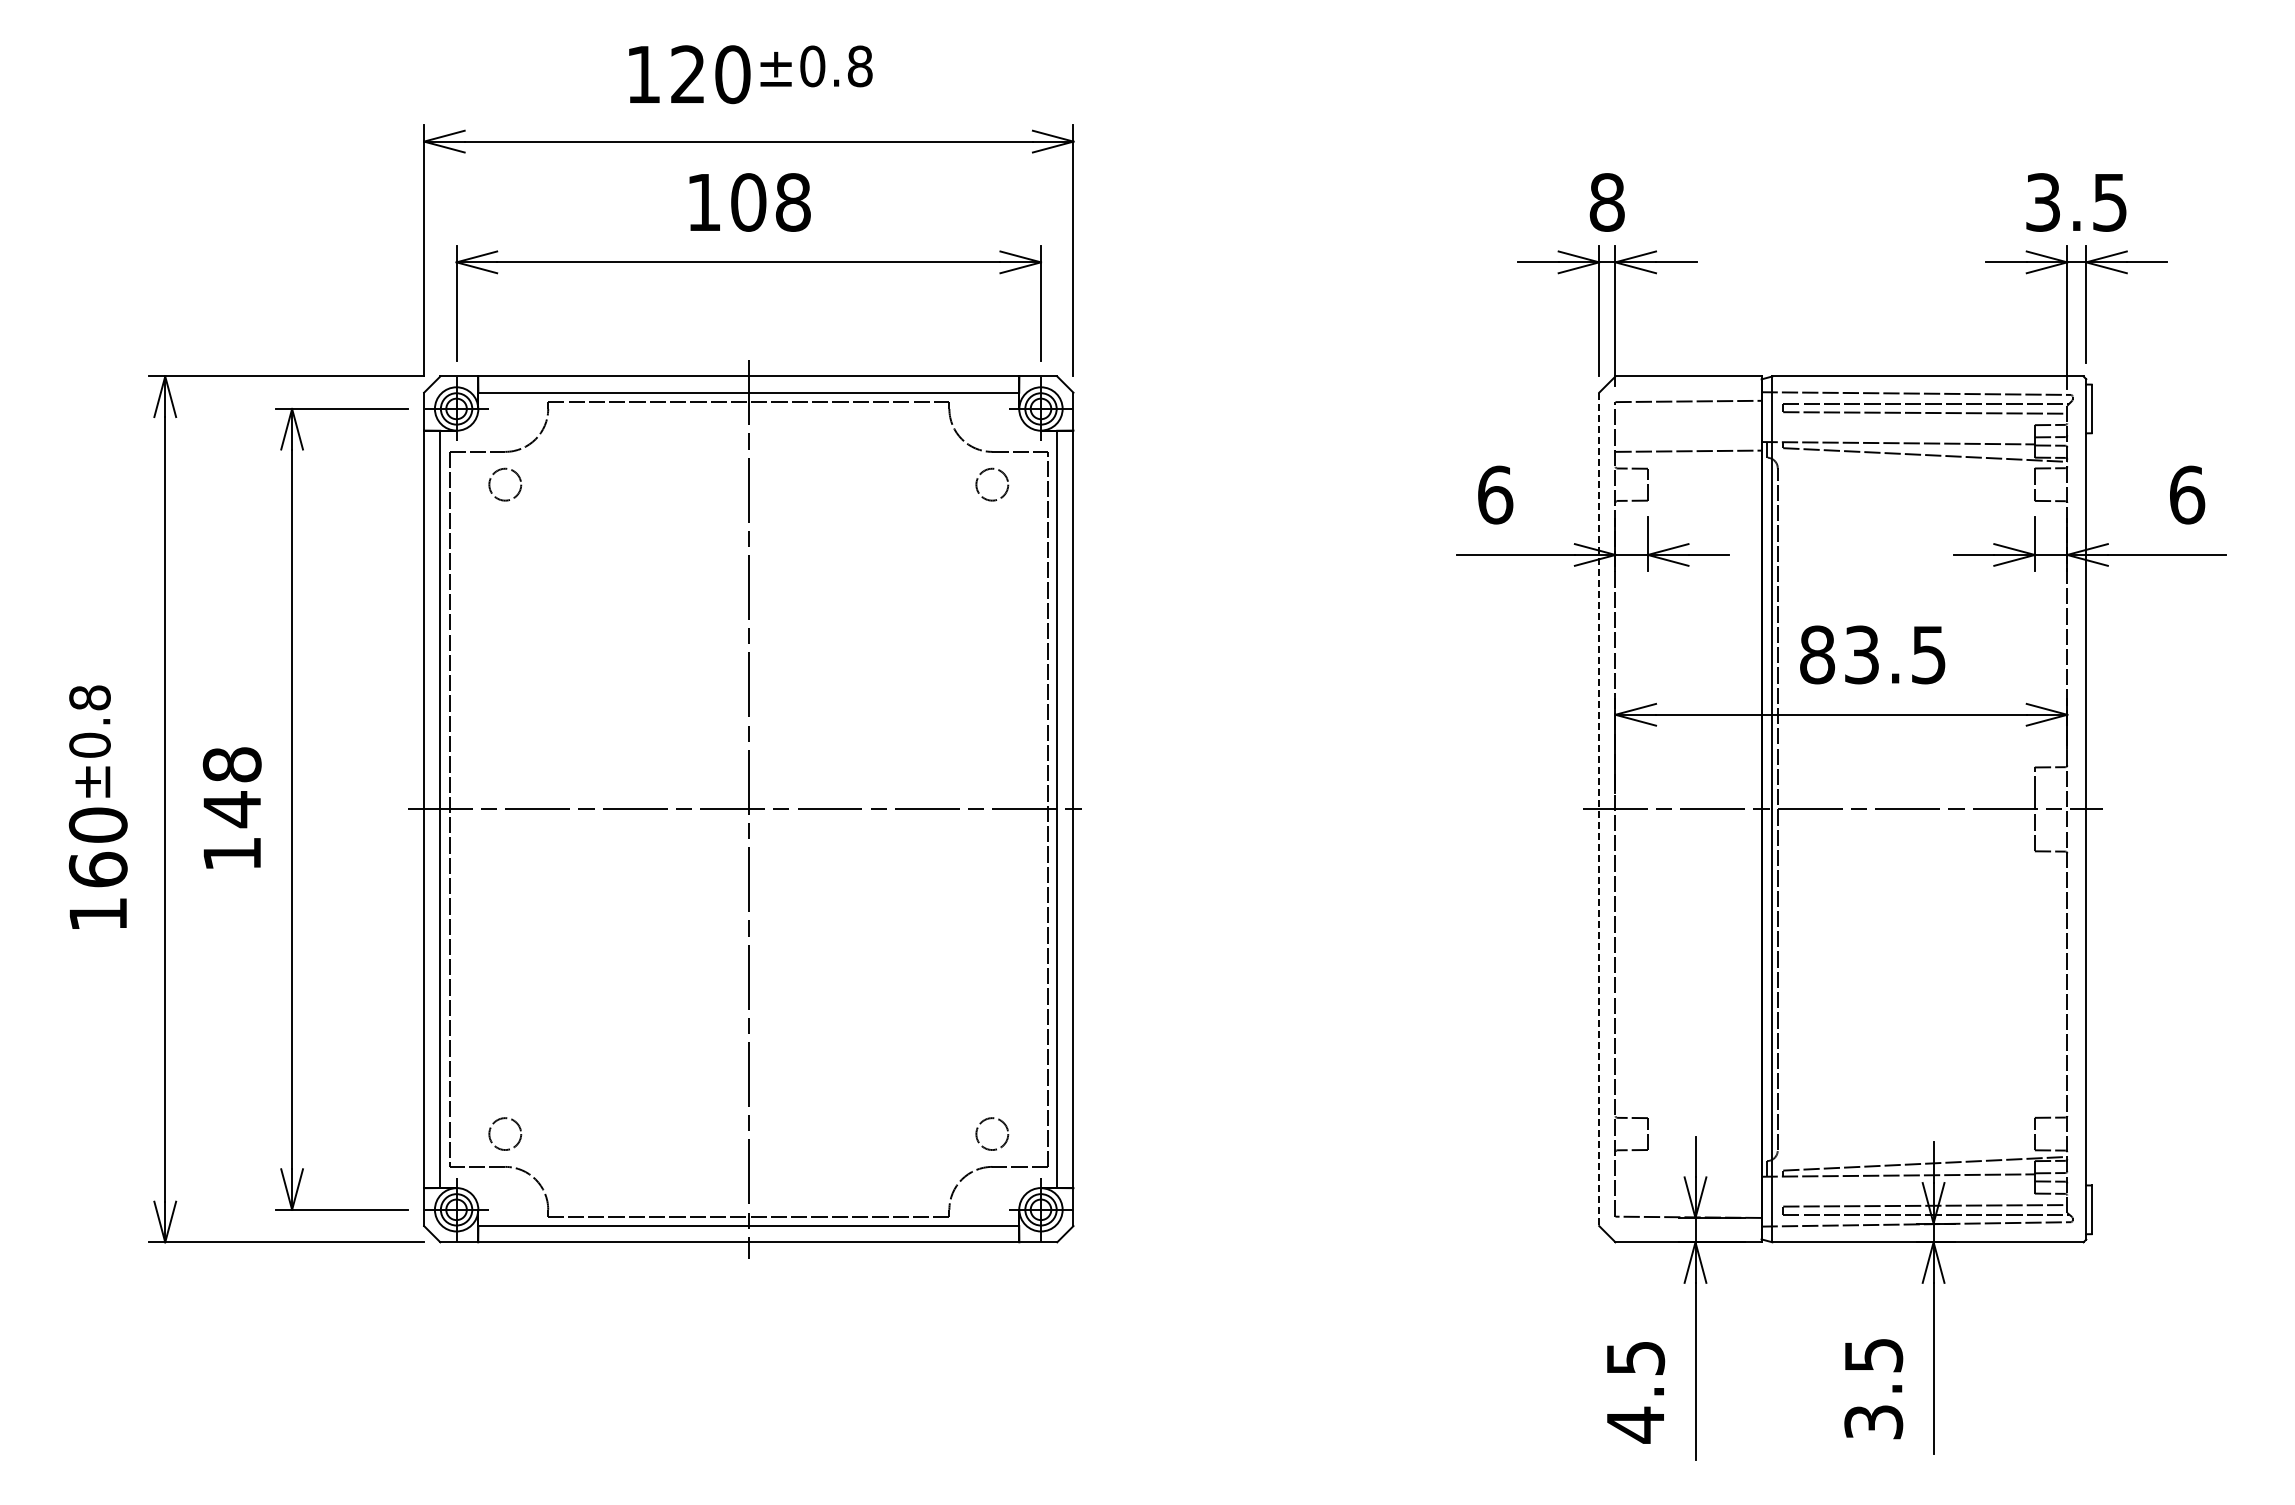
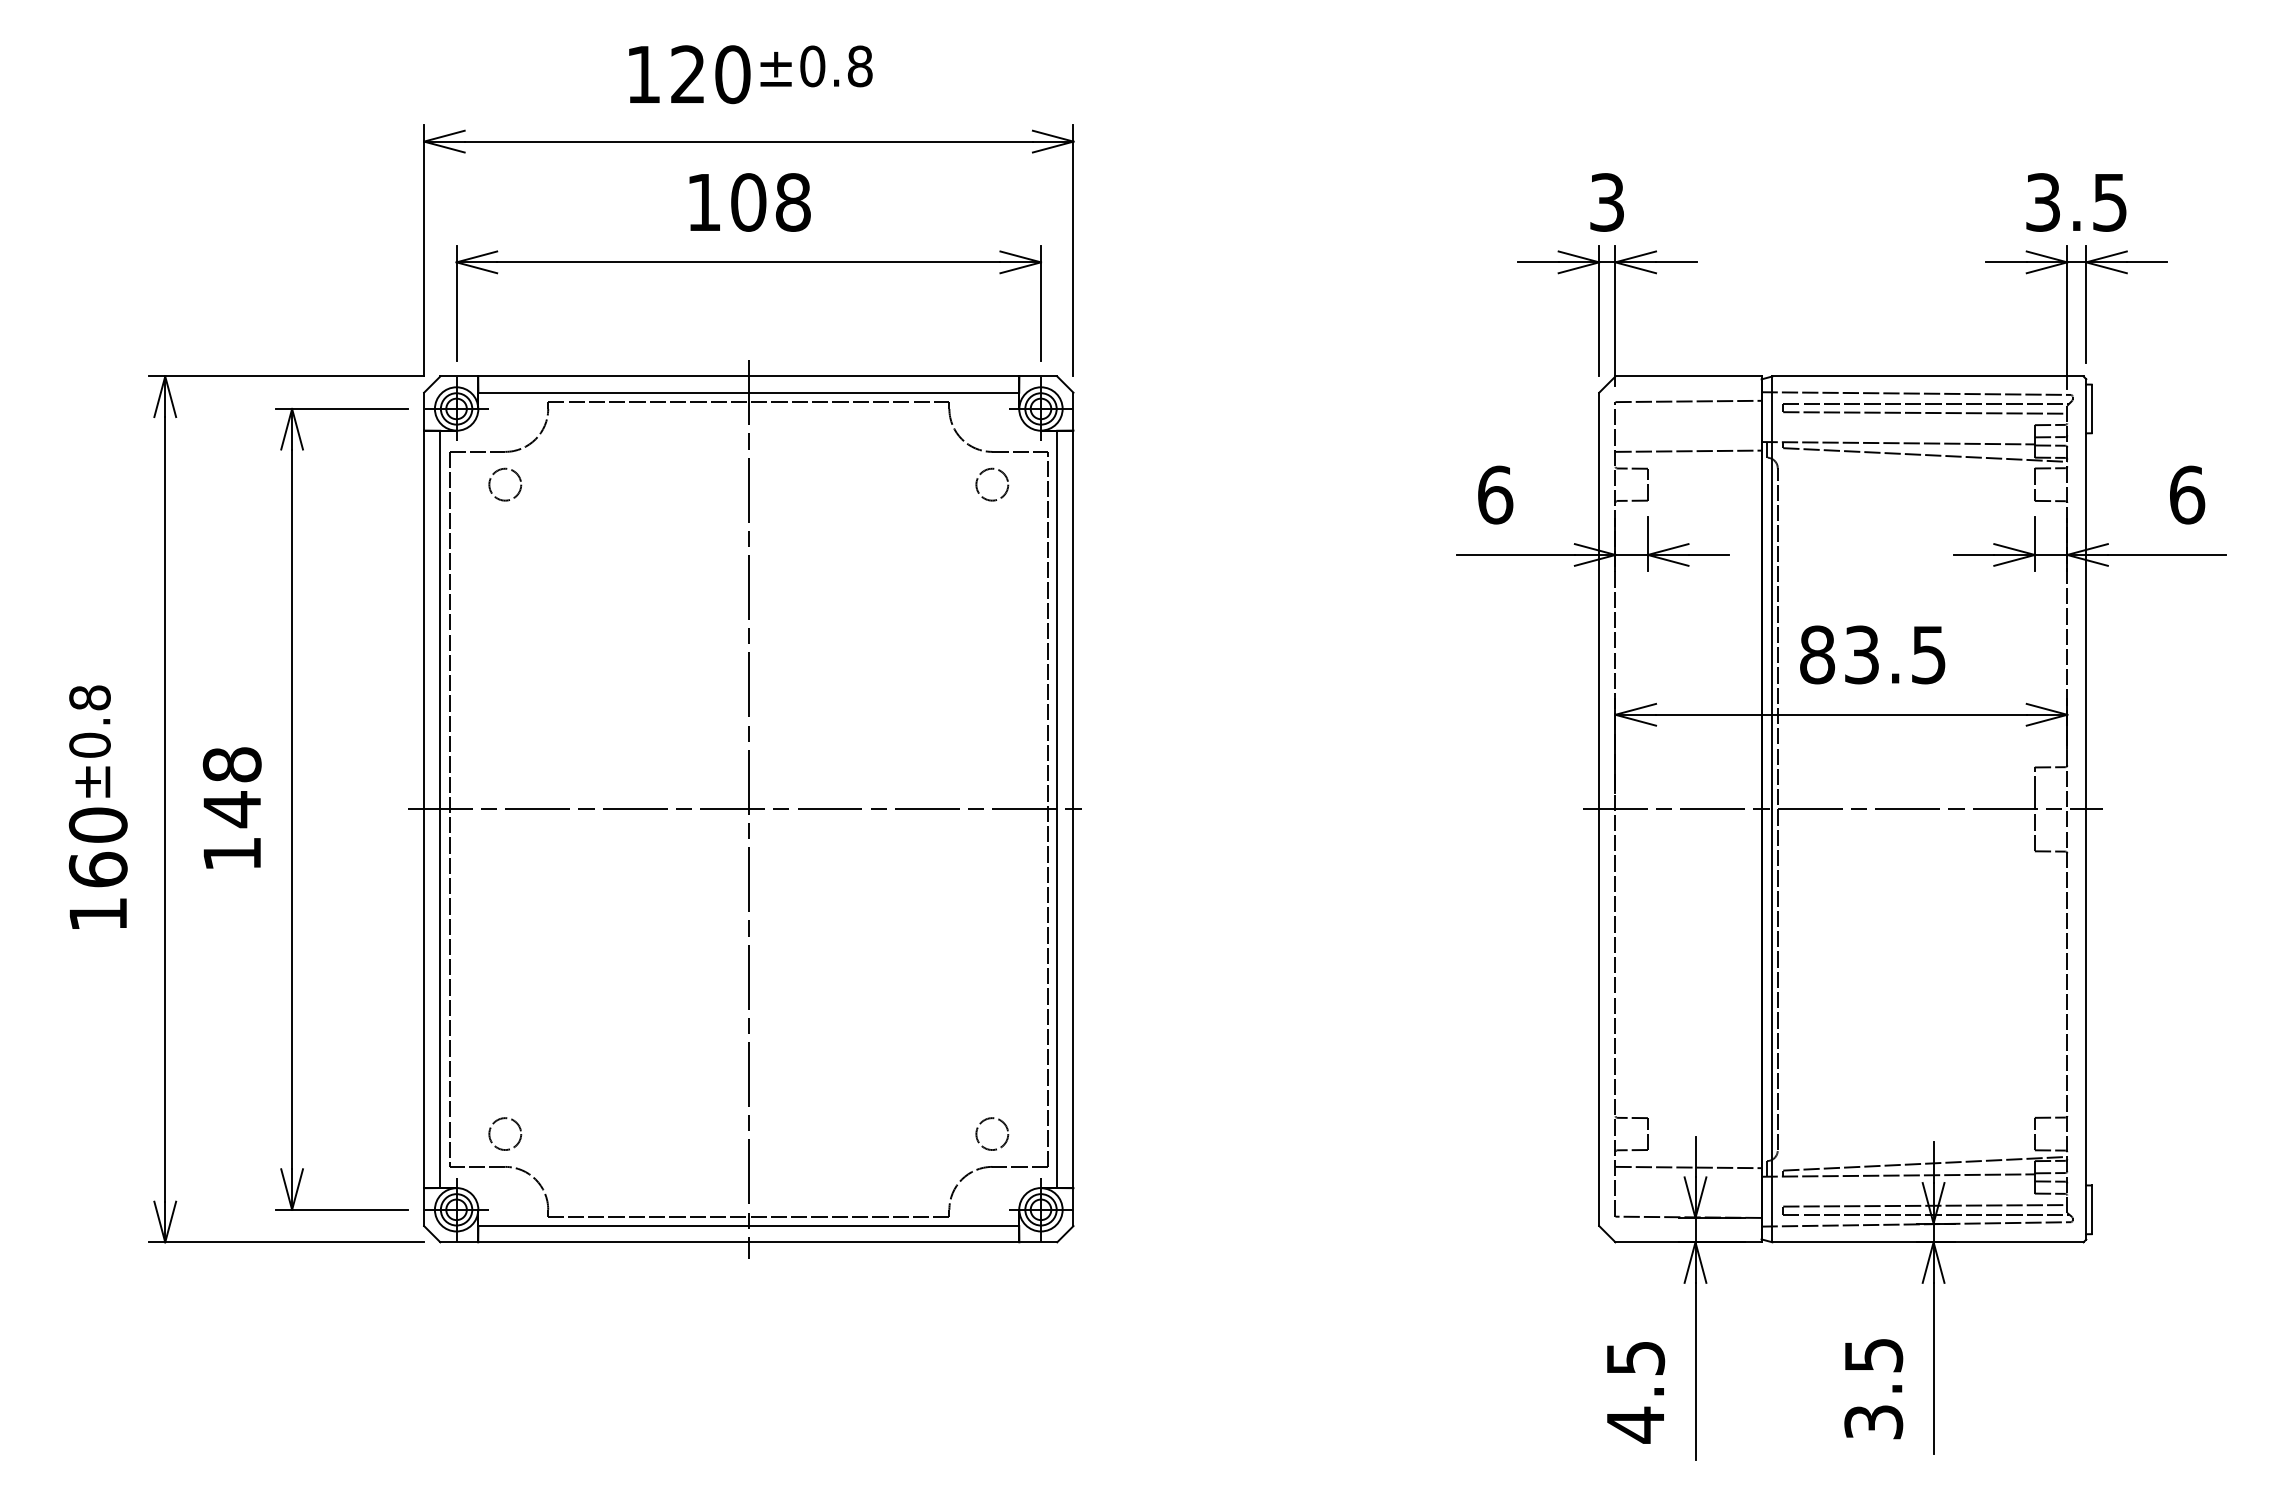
text at (1606, 202): 8 -> 3
line at (1599, 809): dashed -> solid
line at (1688, 1167): none -> present
